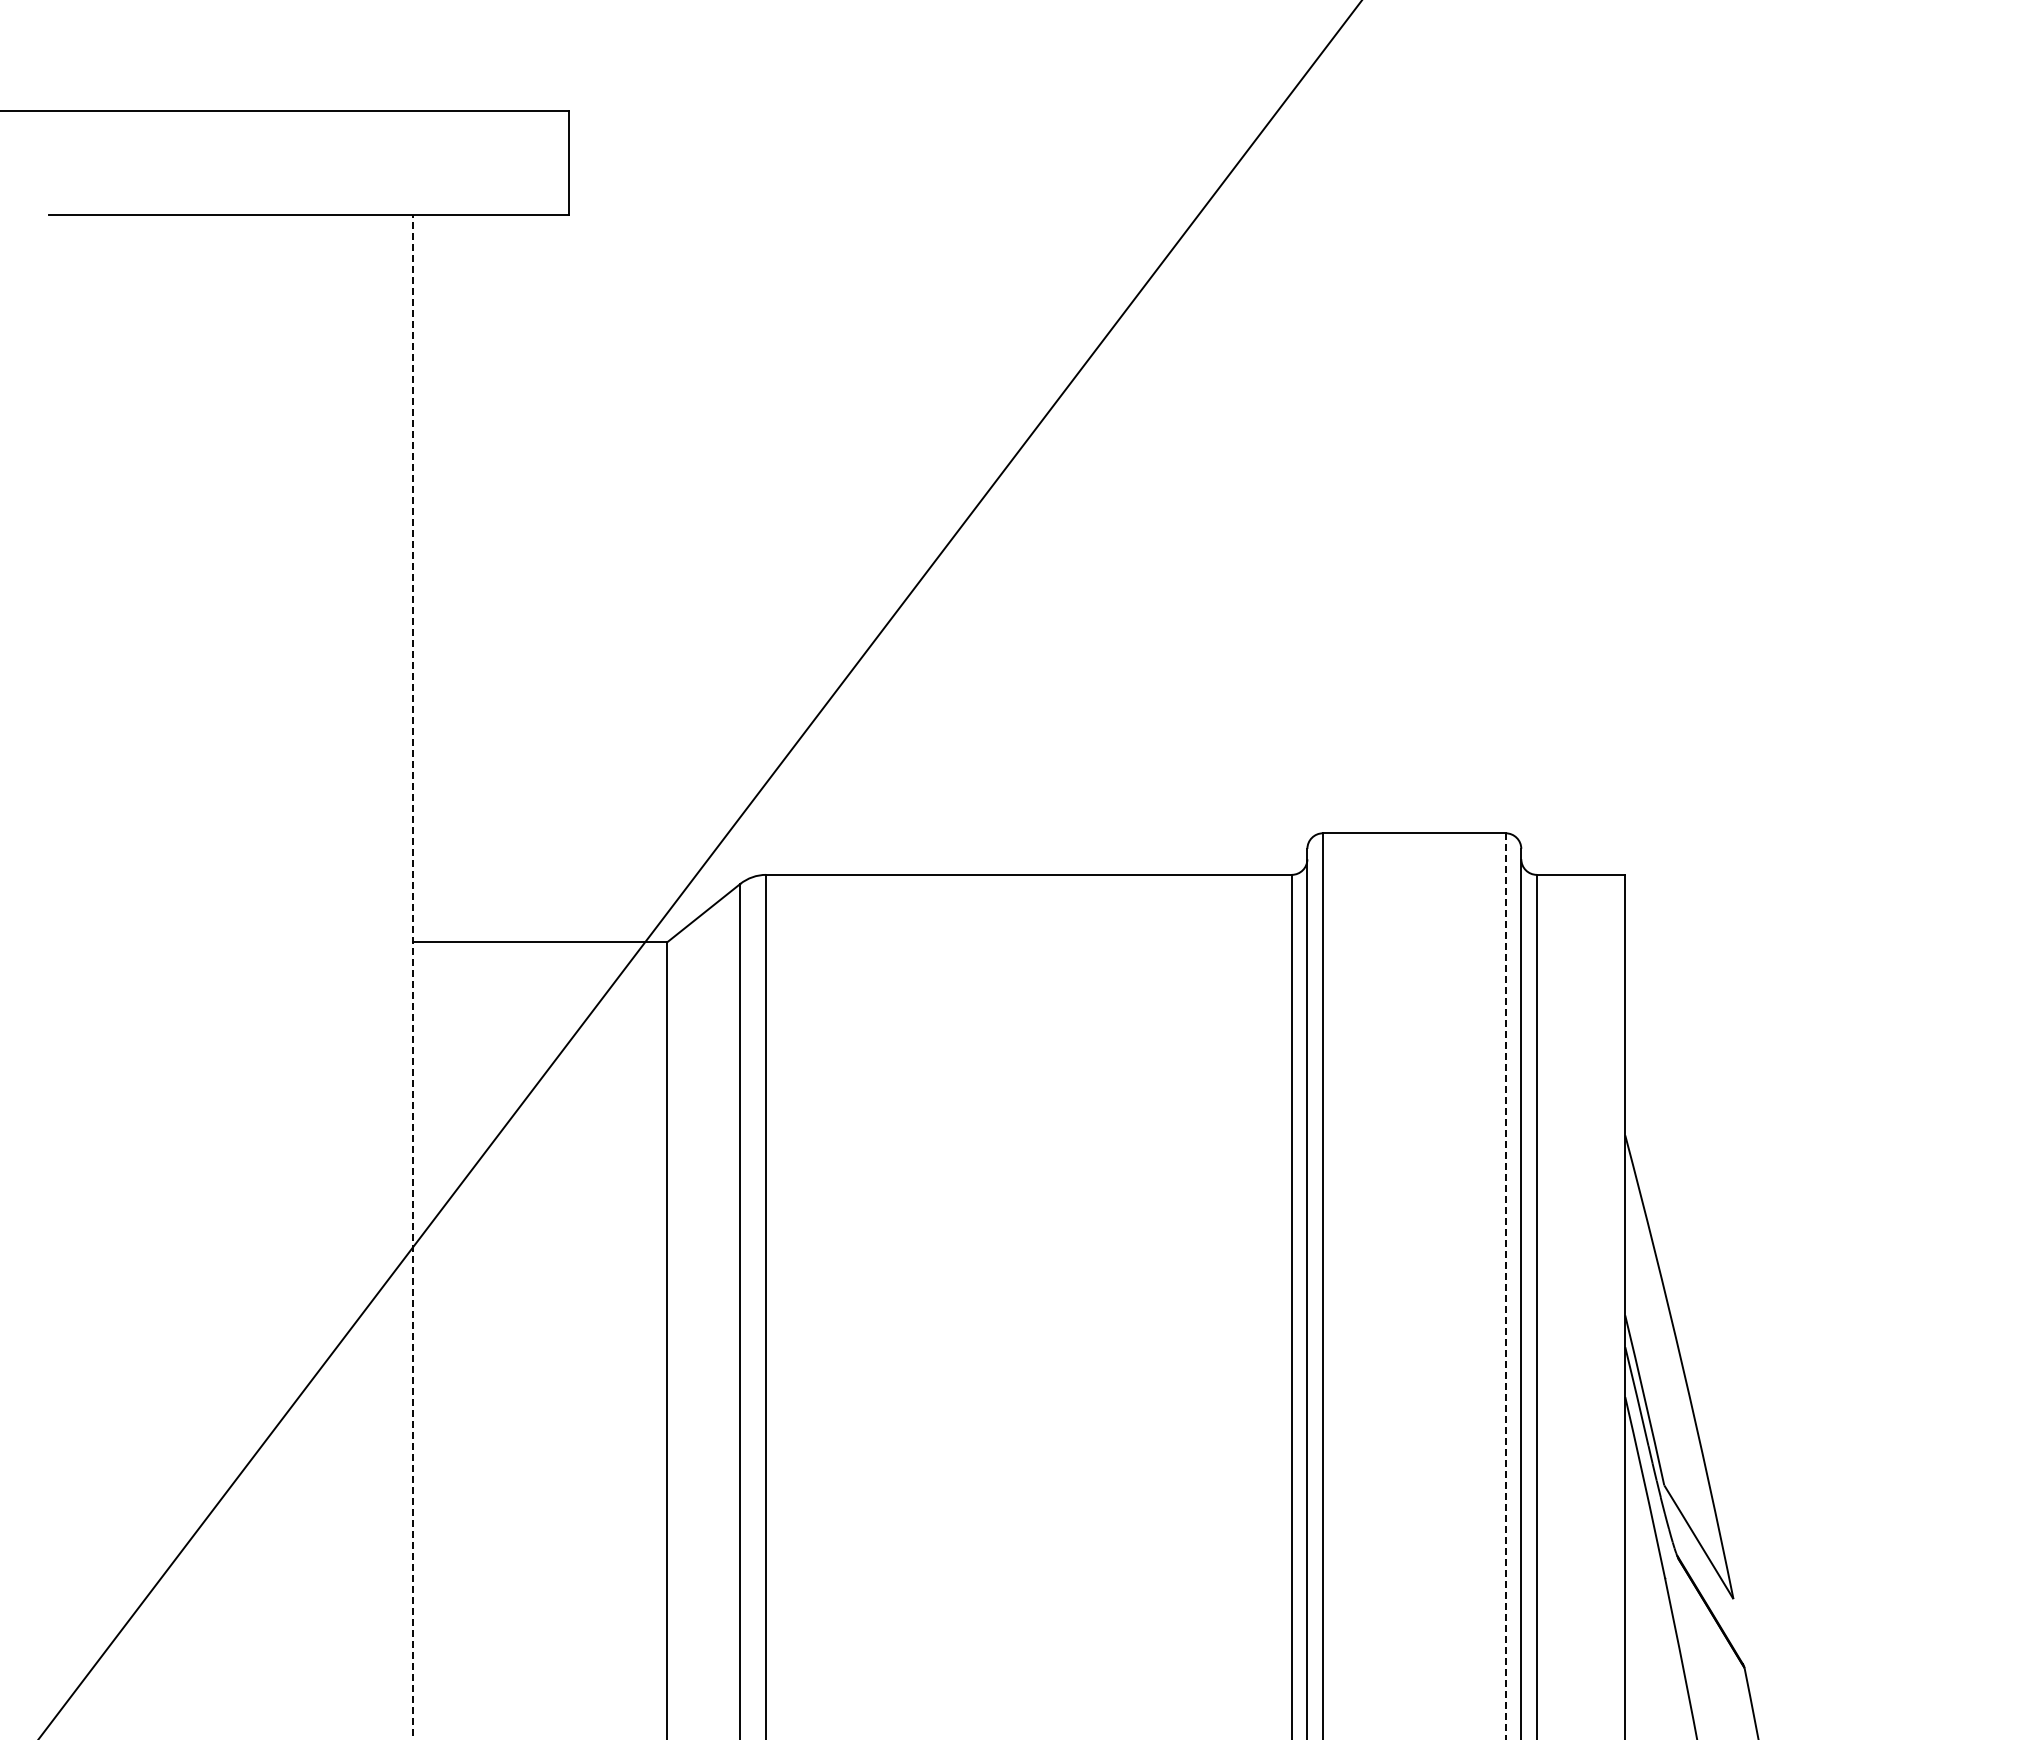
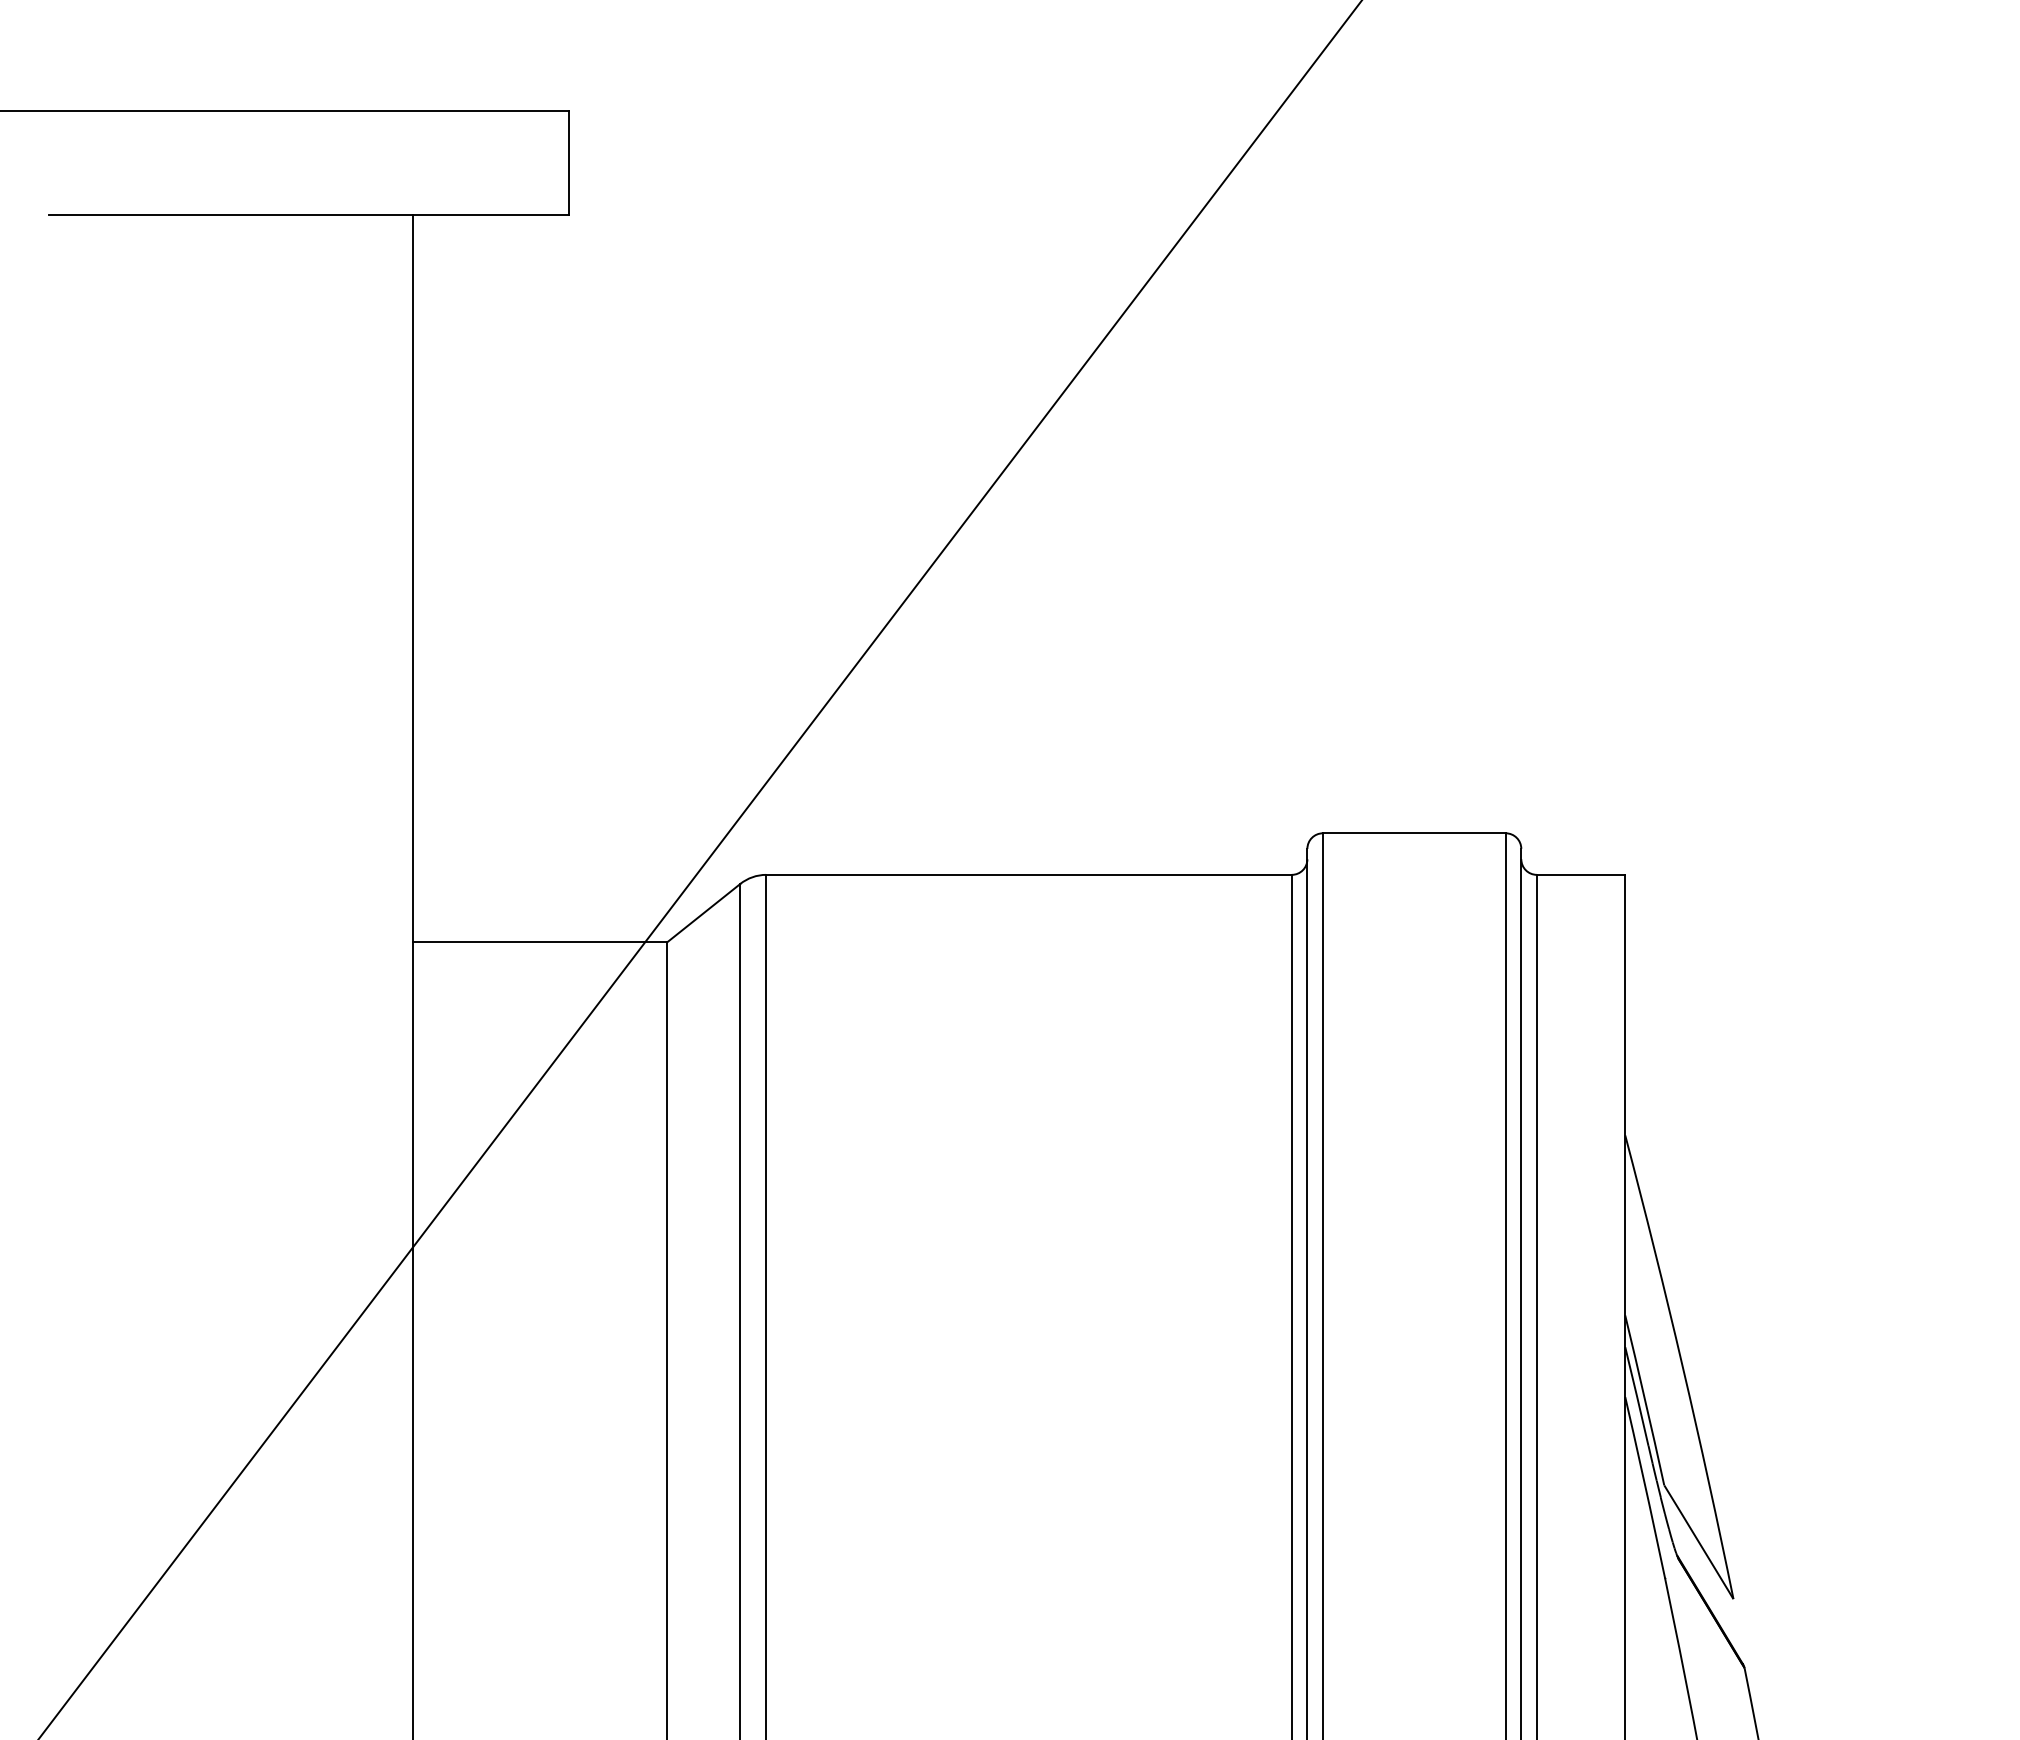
line at (413, 976): dashed -> solid
line at (1505, 1286): dashed -> solid
